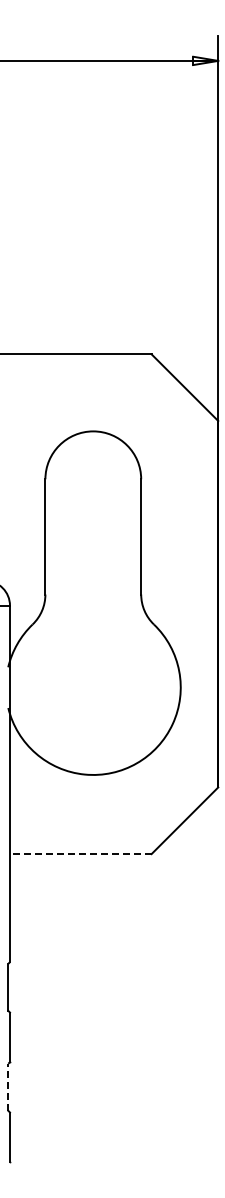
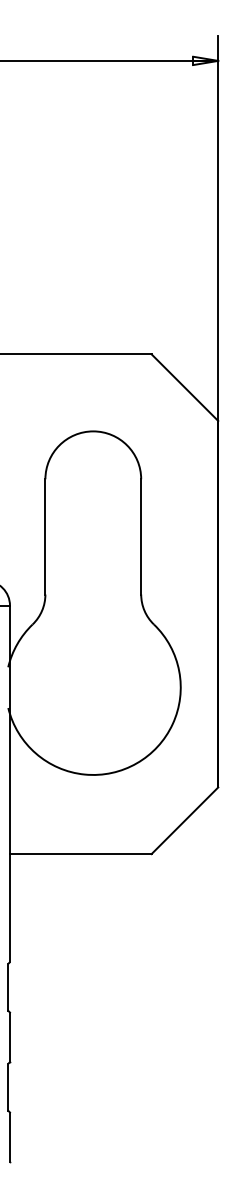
line at (80, 854): dashed -> solid
line at (8, 1087): dashed -> solid
